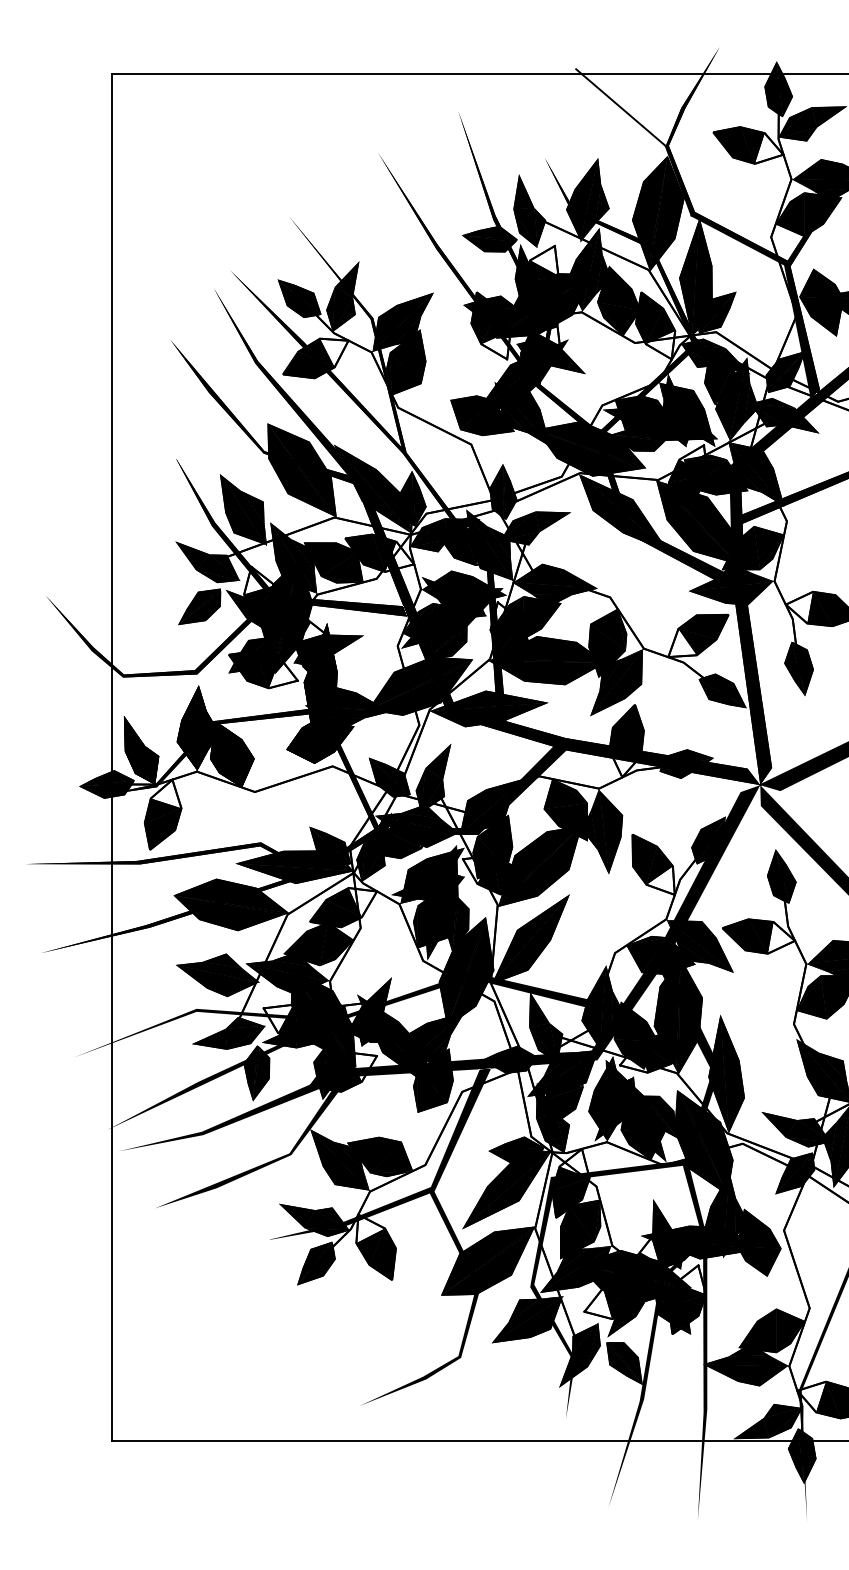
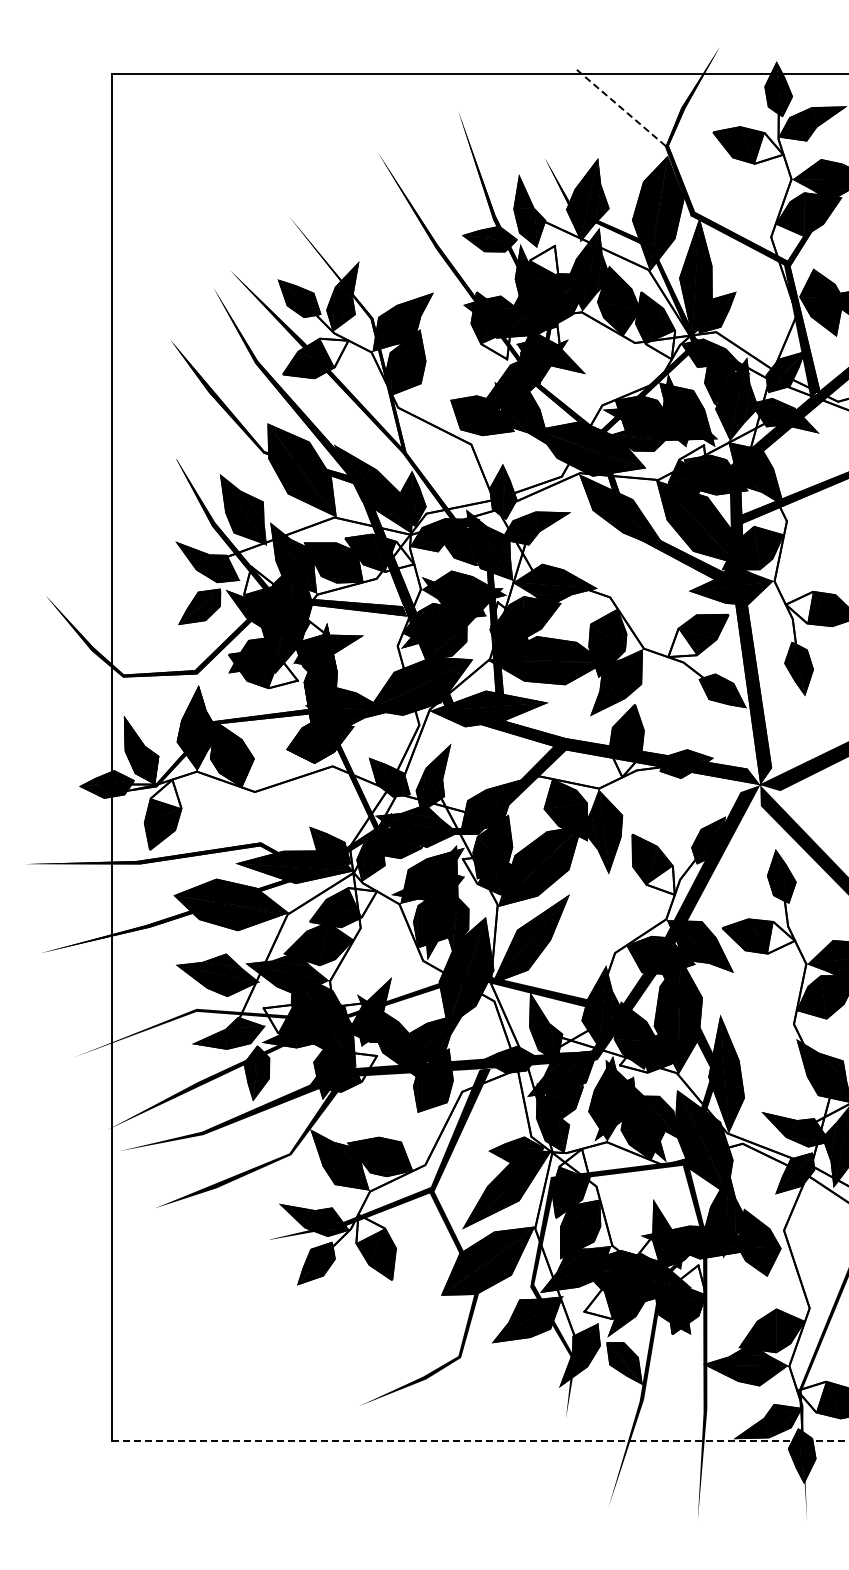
line at (620, 107): solid -> dashed
line at (480, 1440): solid -> dashed
